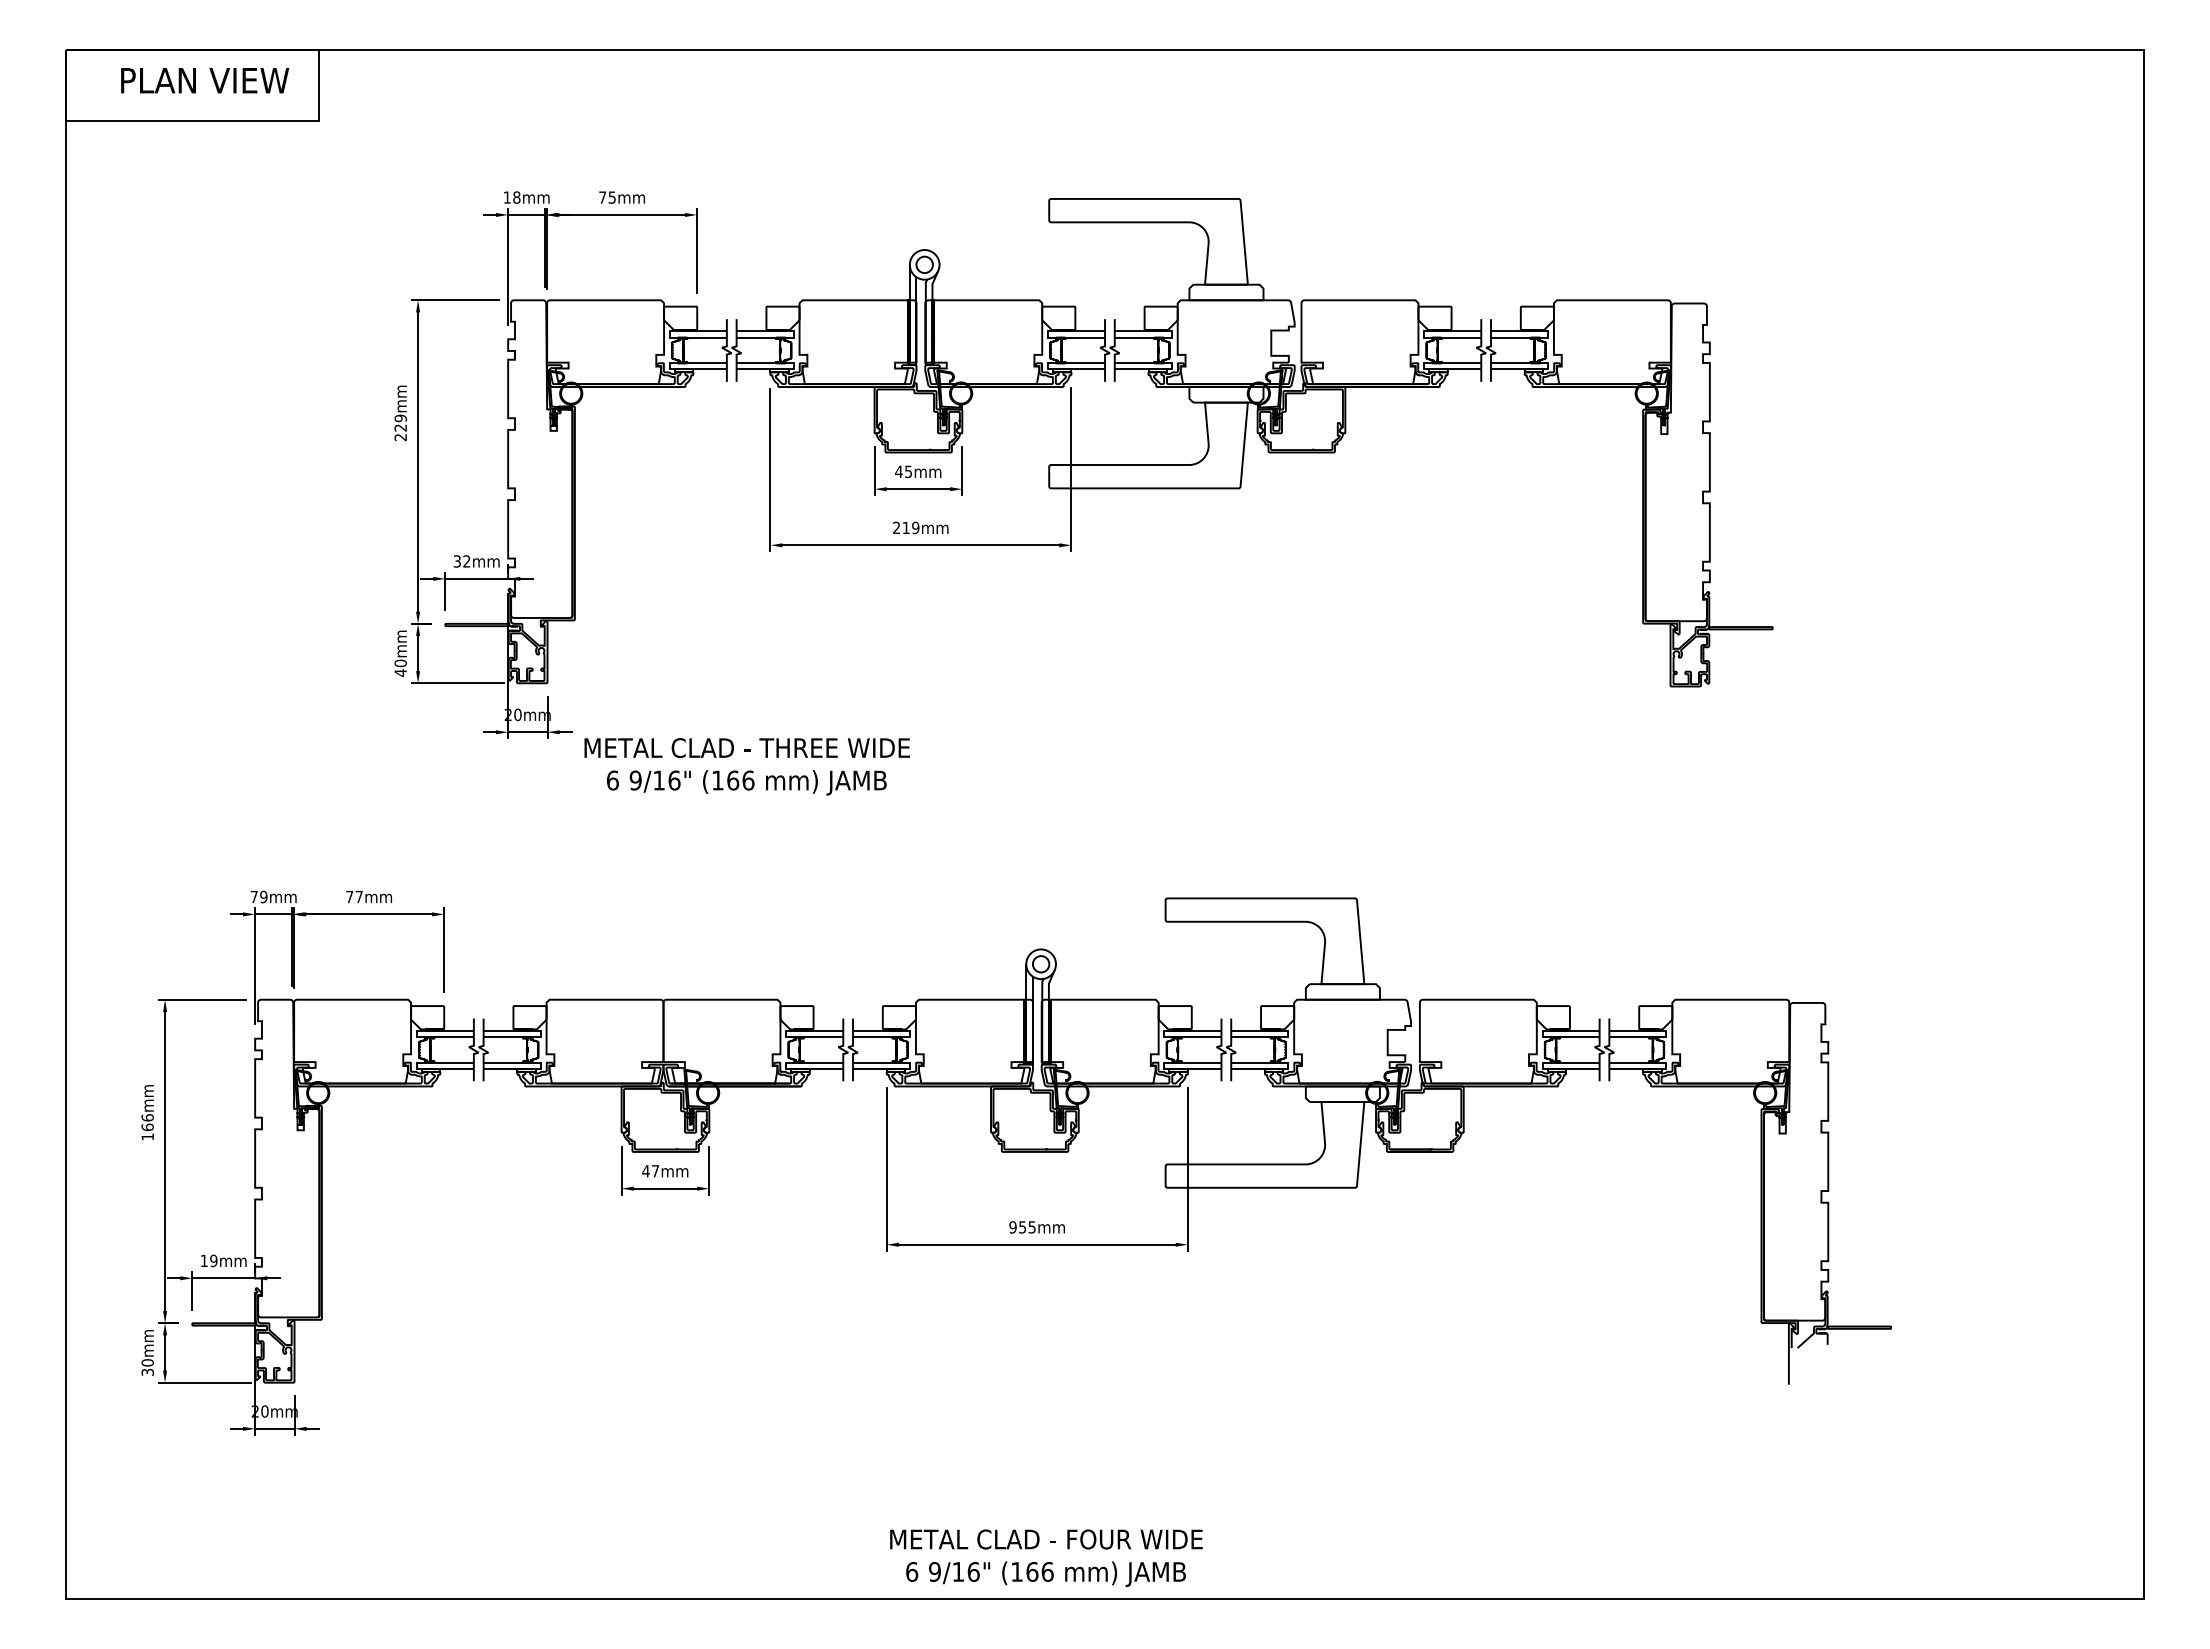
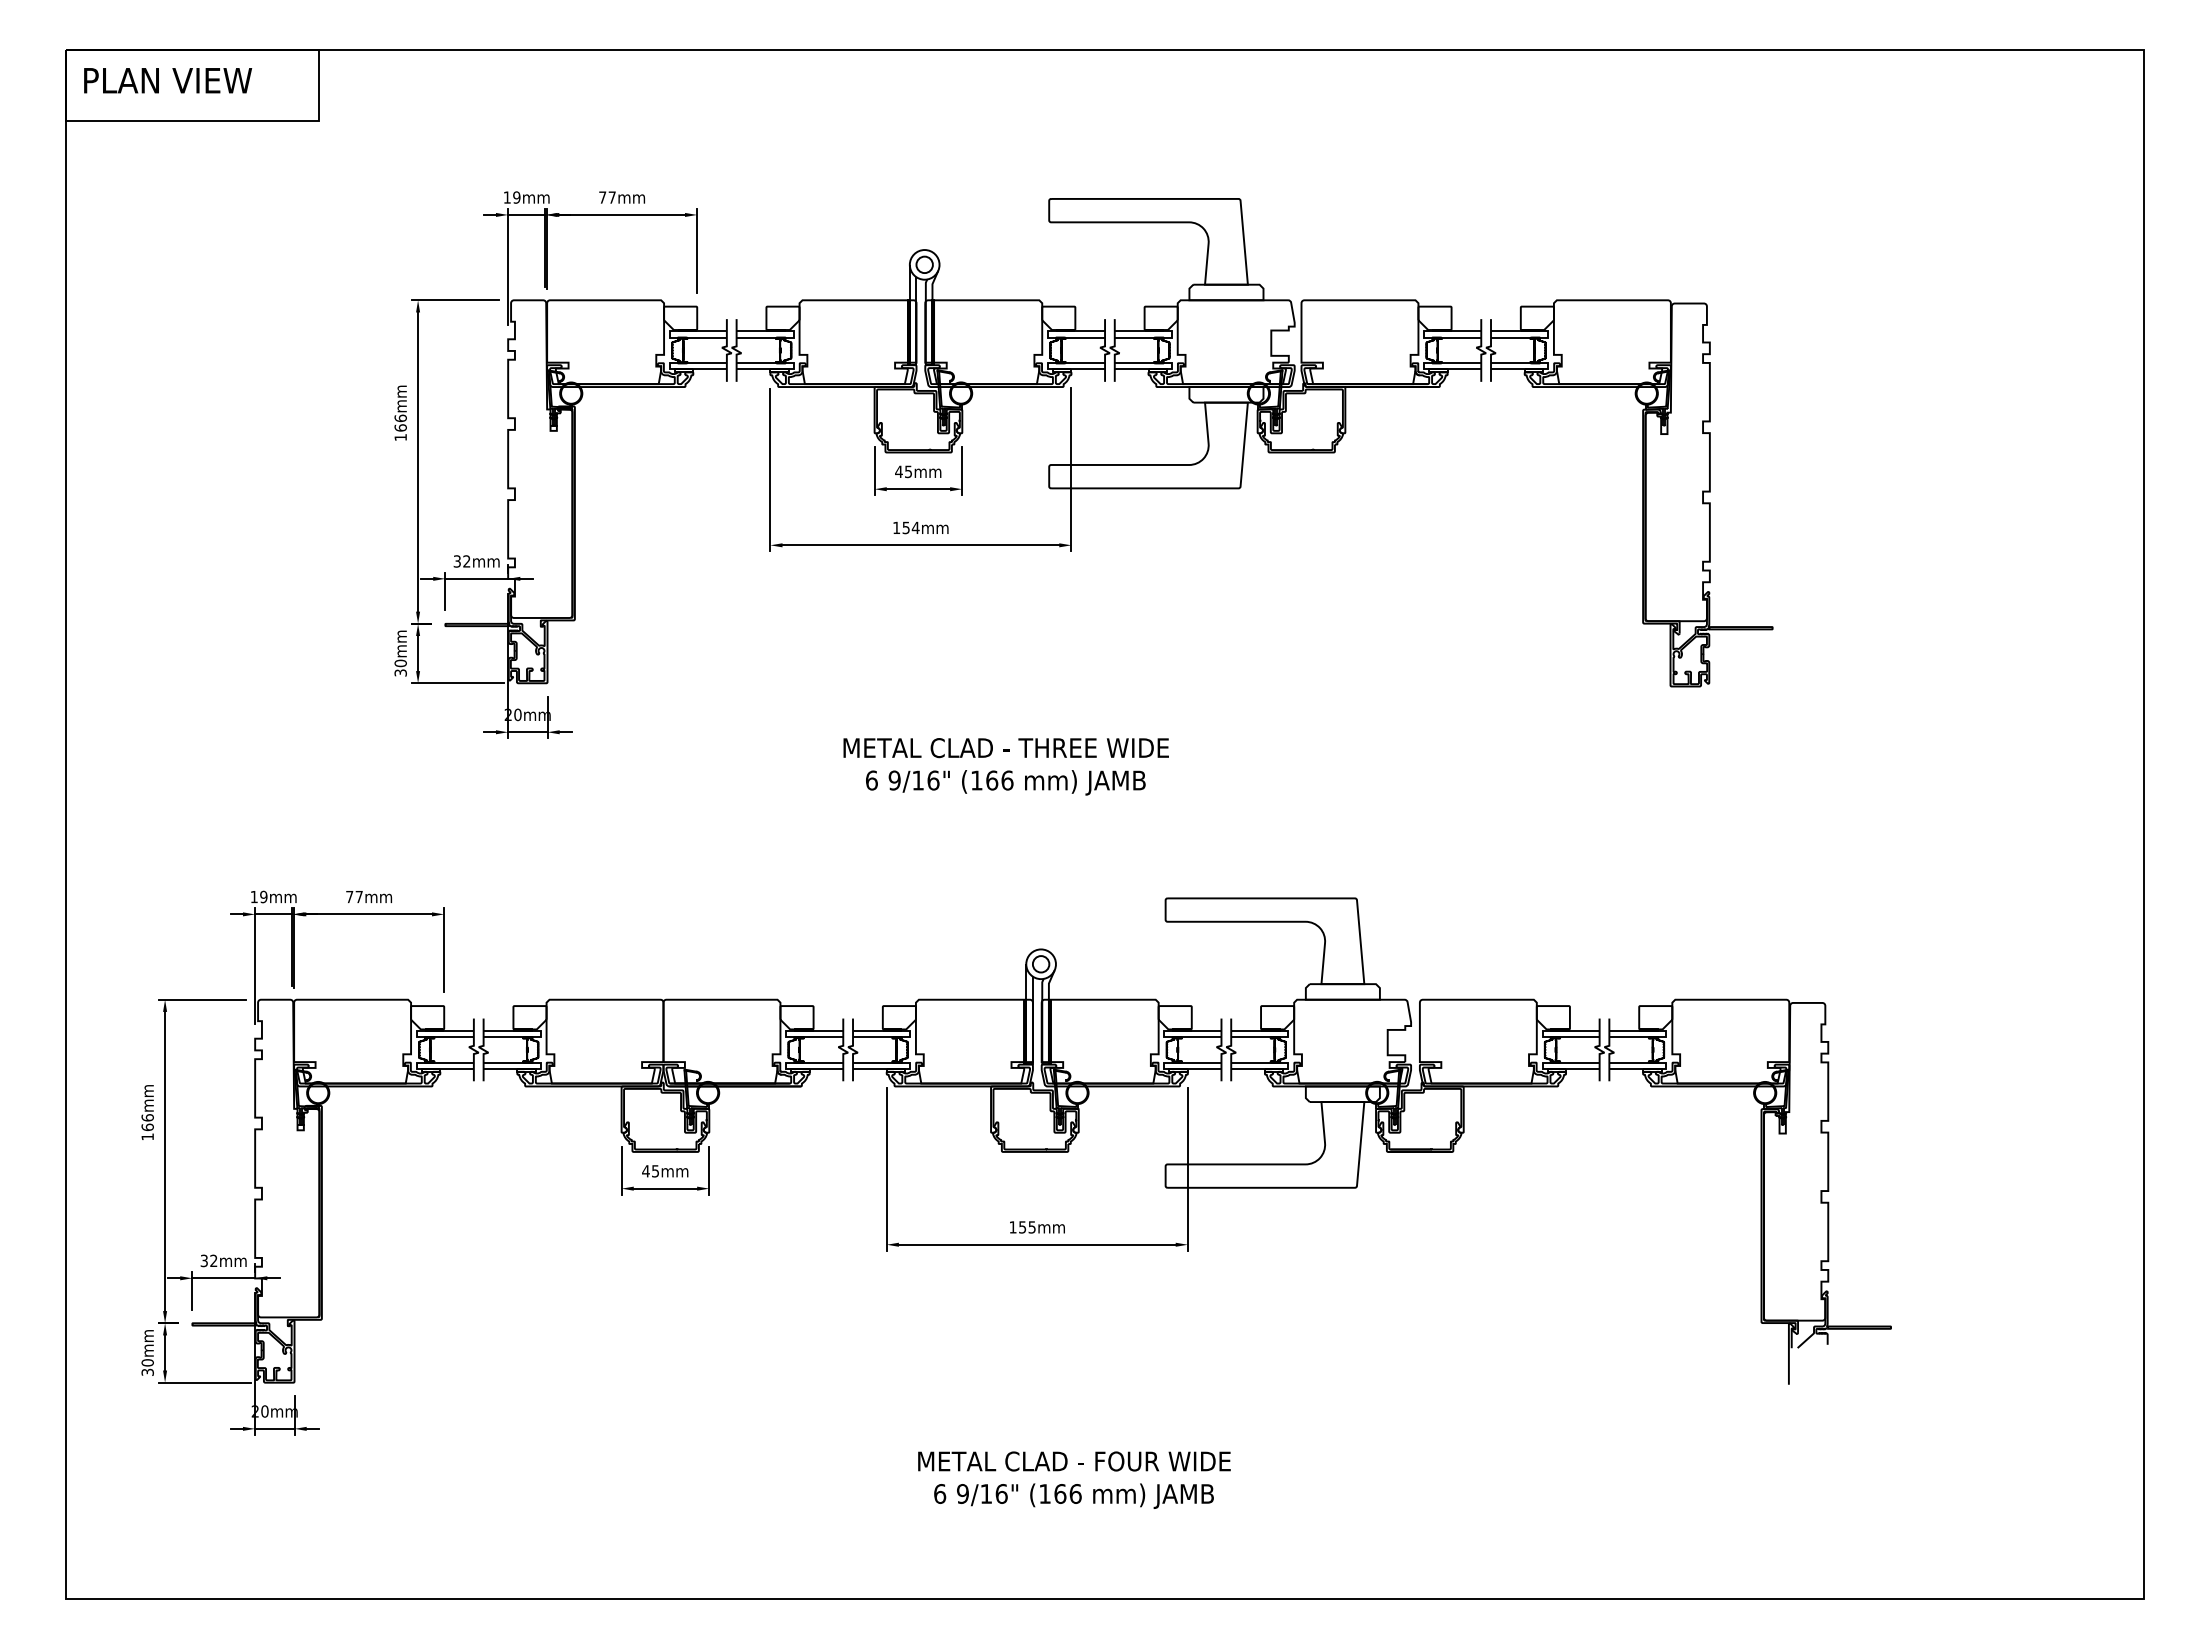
text at (205, 80) position: (205, 80) -> (168, 80)
text at (516, 197): 18mm -> 19mm
text at (611, 197): 75mm -> 77mm
text at (400, 427): 229mm -> 166mm
text at (906, 527): 219mm -> 154mm
text at (400, 672): 40mm -> 30mm
text at (746, 766) position: (746, 766) -> (1005, 766)
text at (253, 897): 79mm -> 19mm
text at (655, 1171): 47mm -> 45mm
text at (1012, 1227): 955mm -> 155mm
text at (208, 1260): 19mm -> 32mm
text at (1046, 1557) position: (1046, 1557) -> (1074, 1479)
